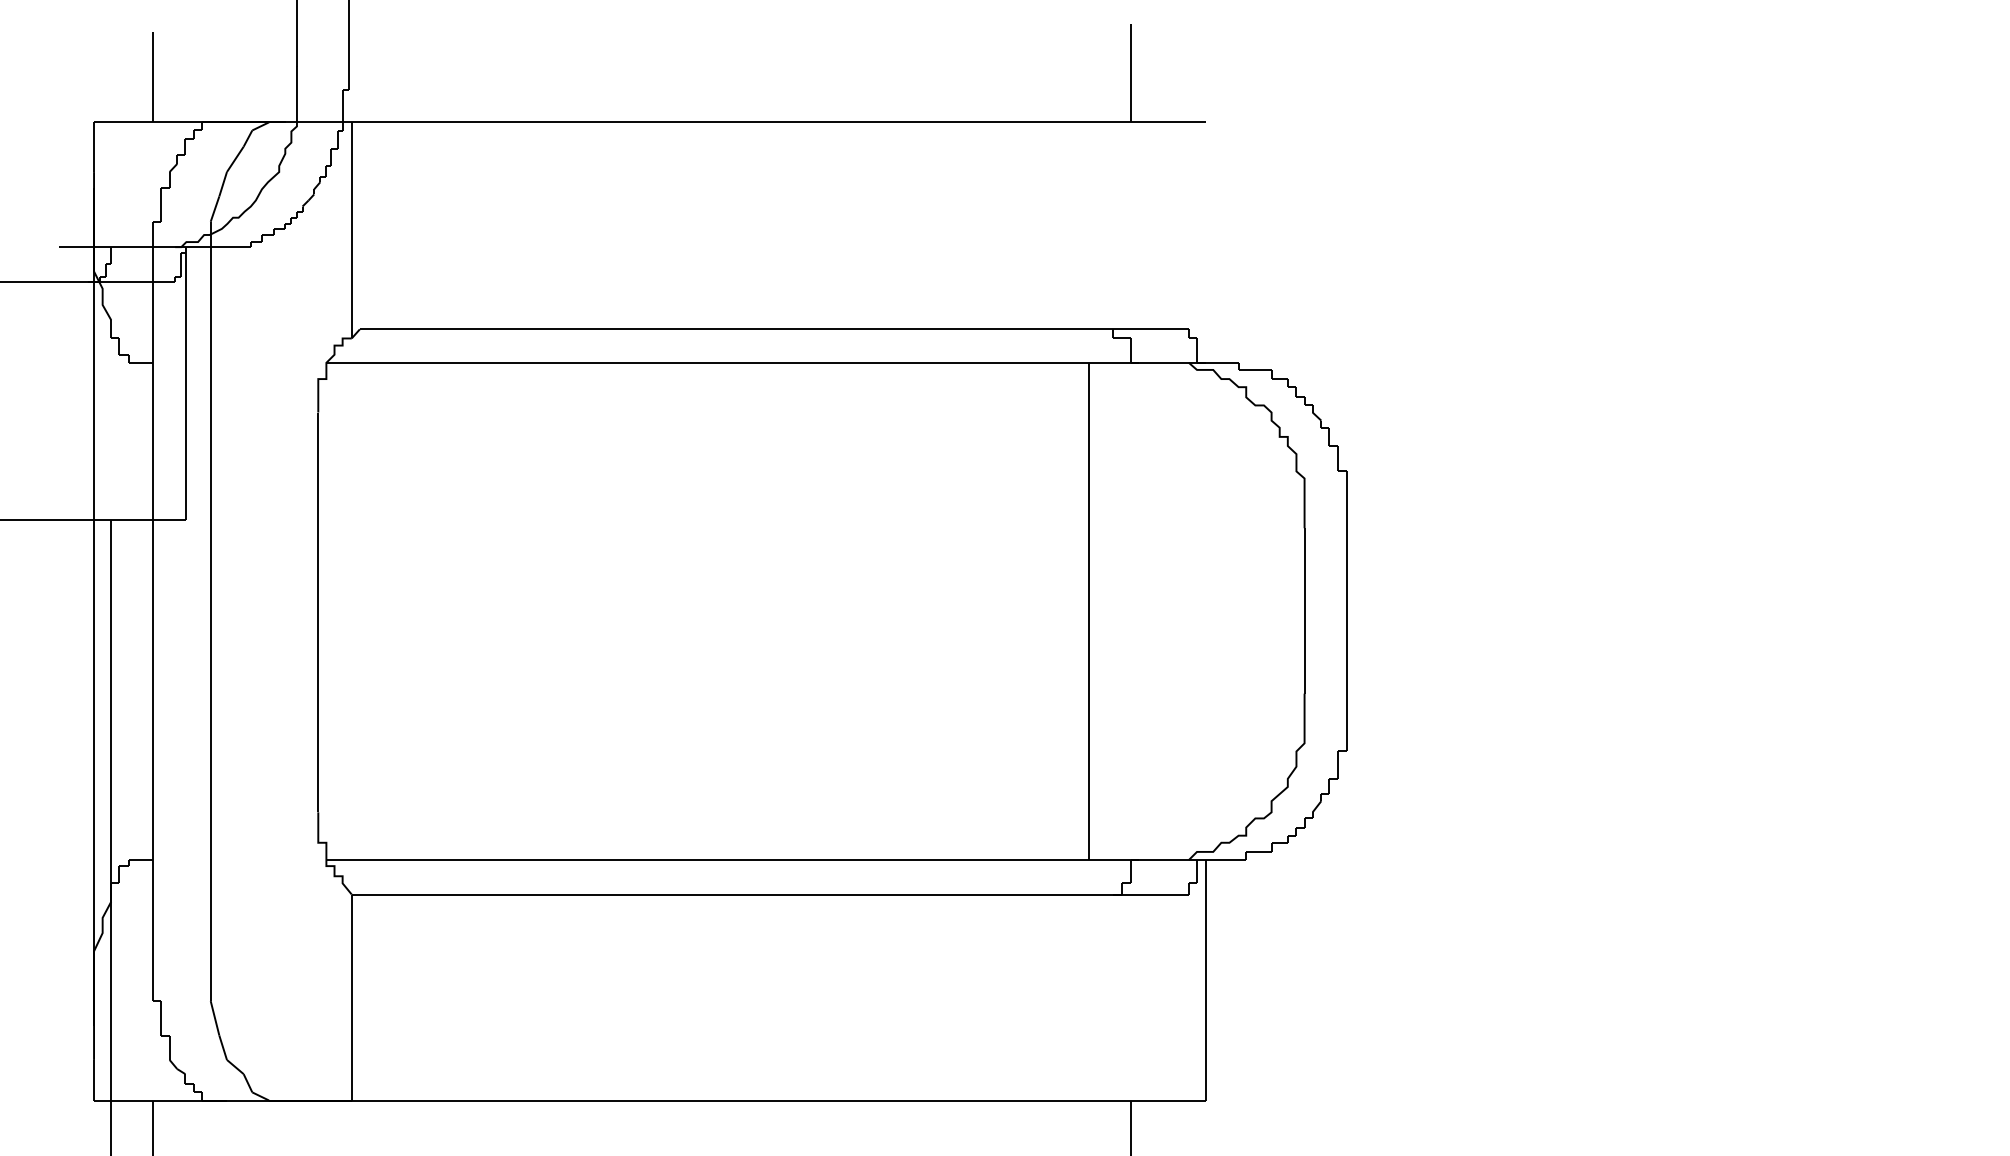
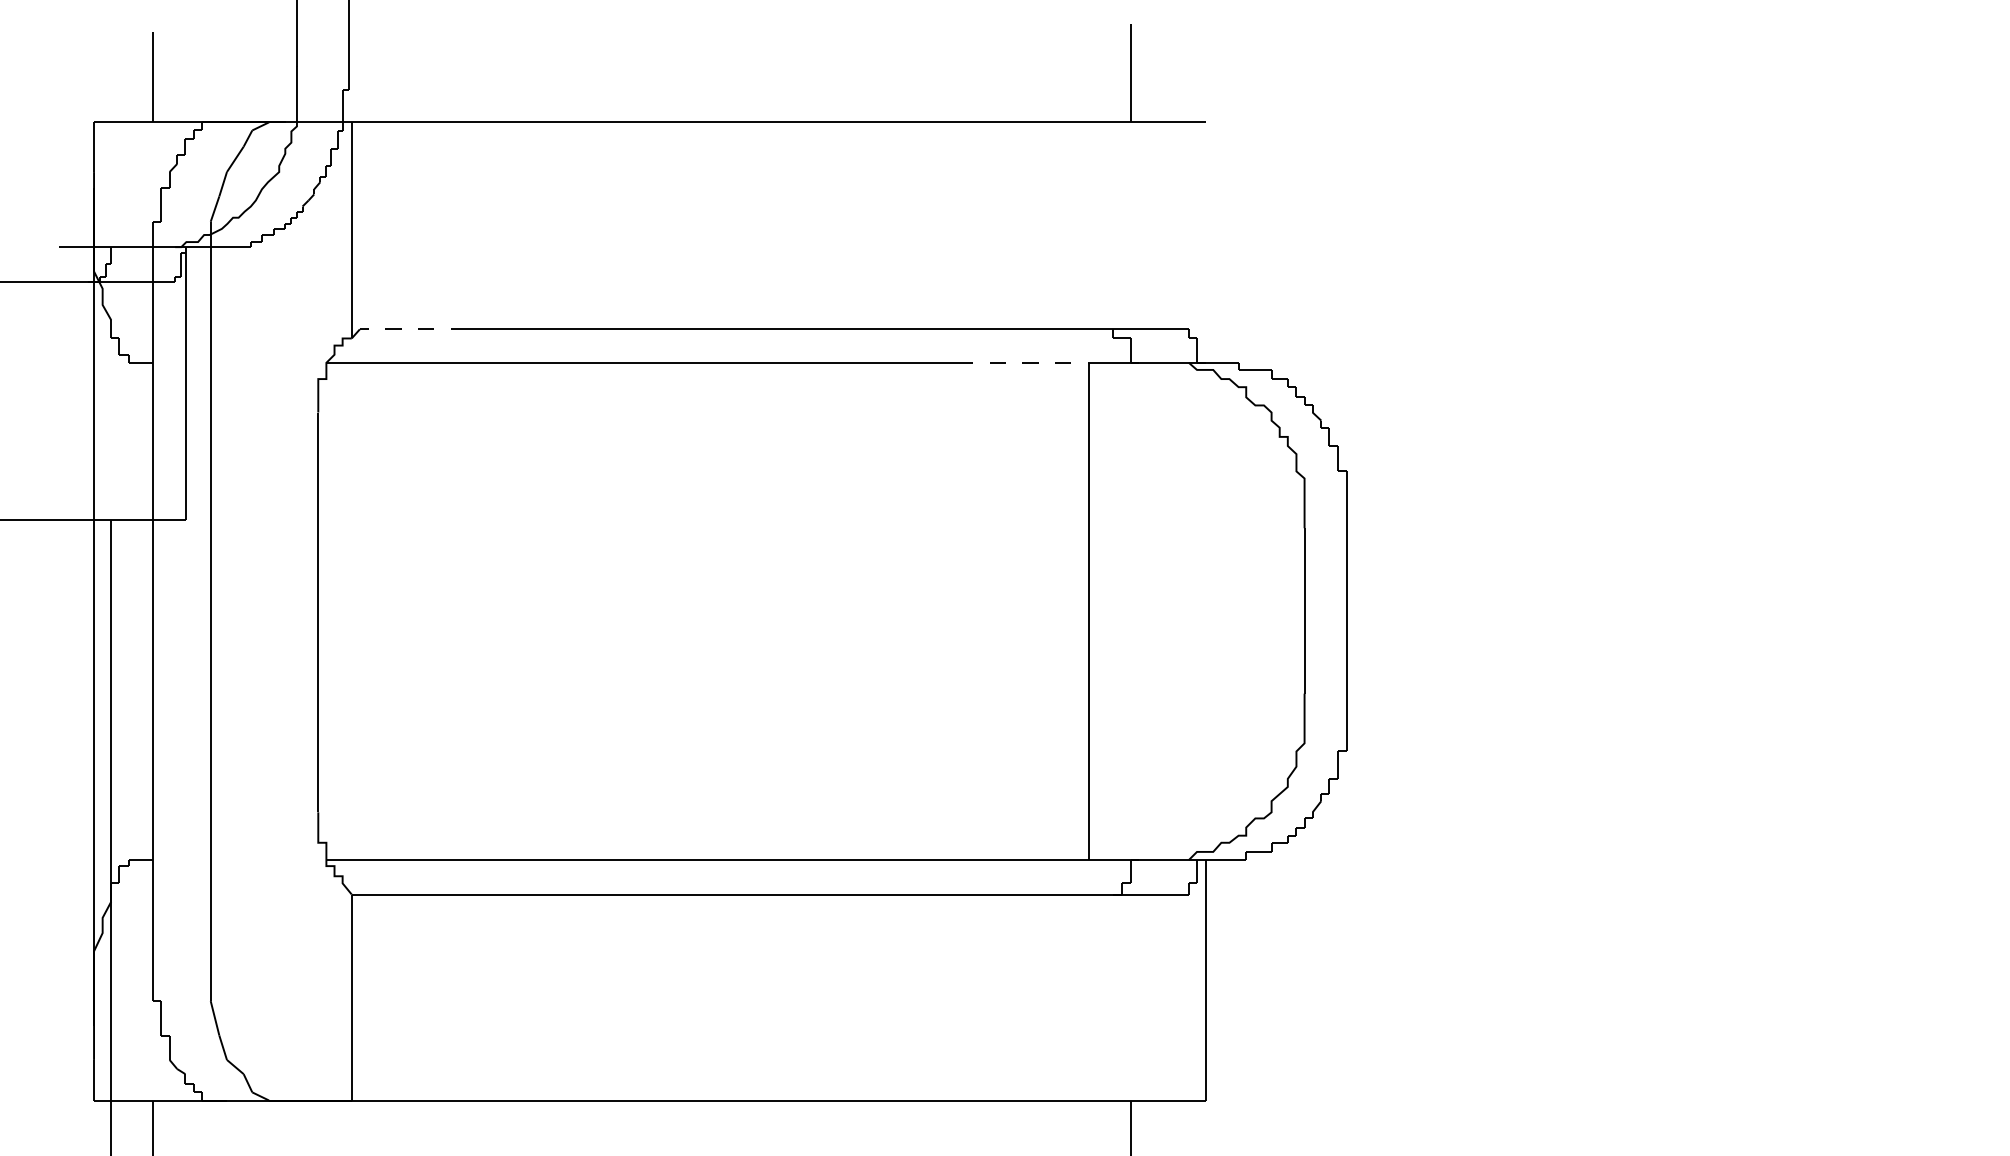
line at (413, 329): solid -> dashed
line at (1022, 362): solid -> dashed
